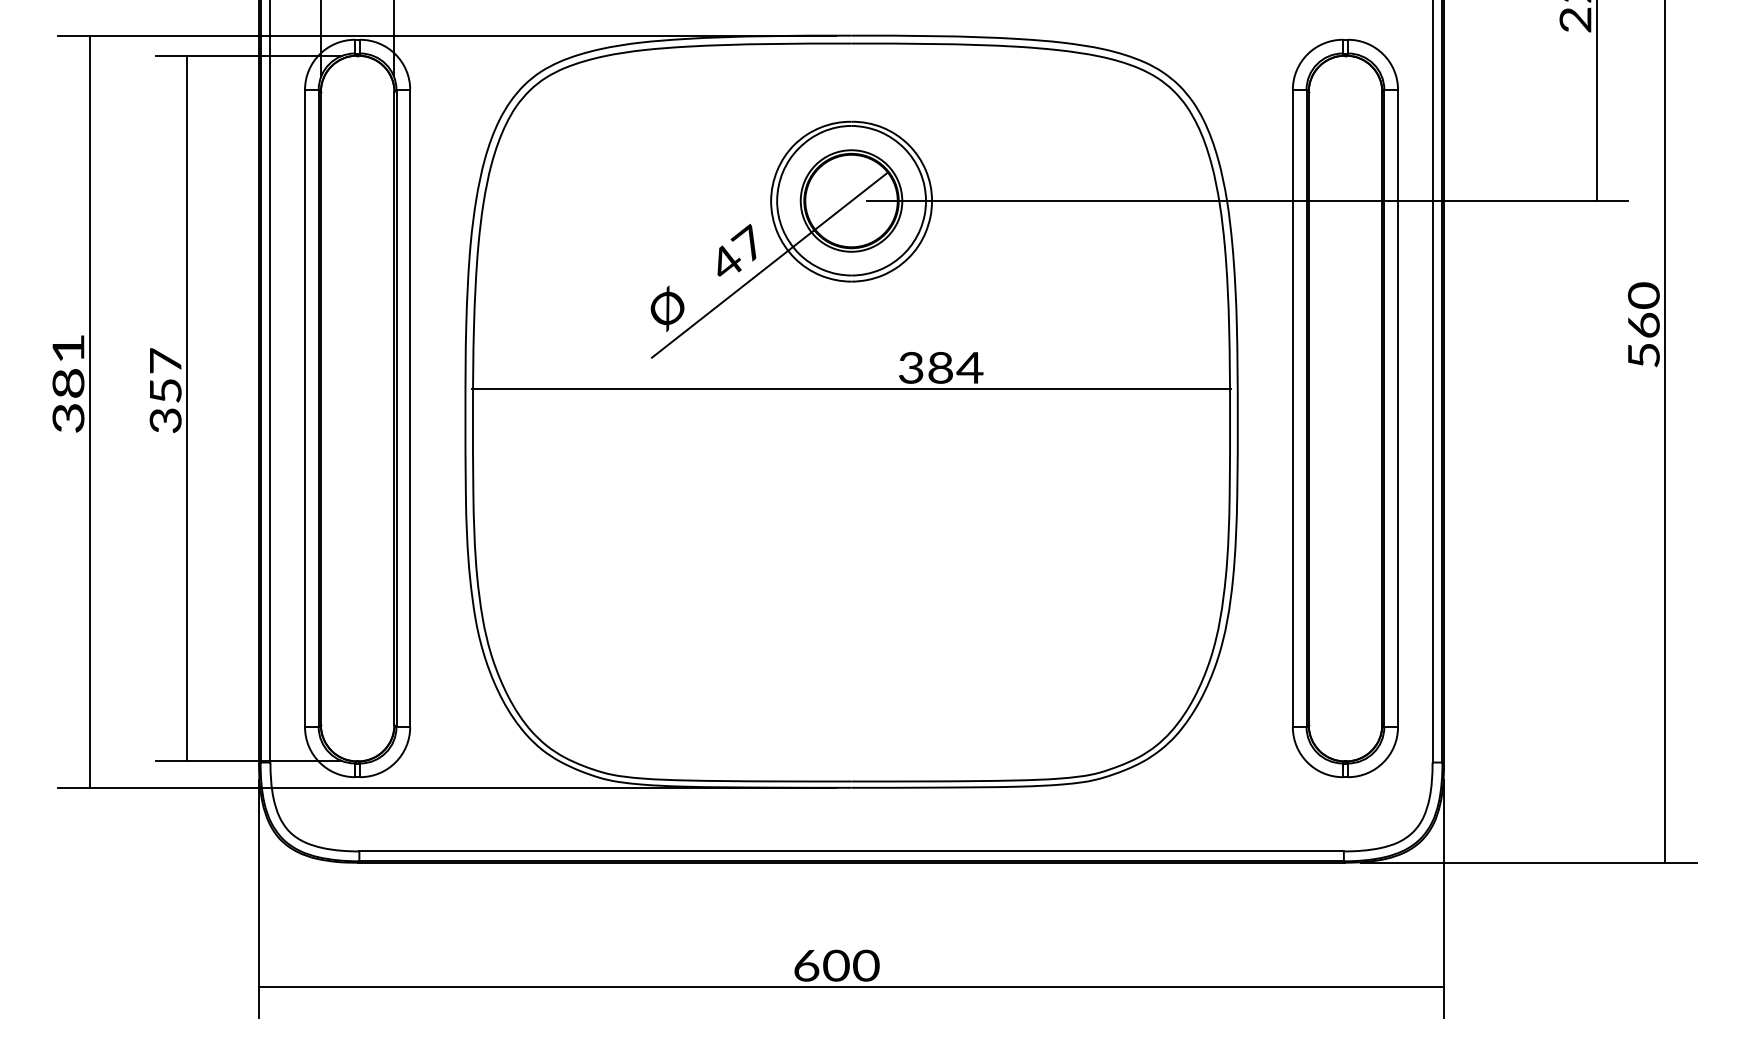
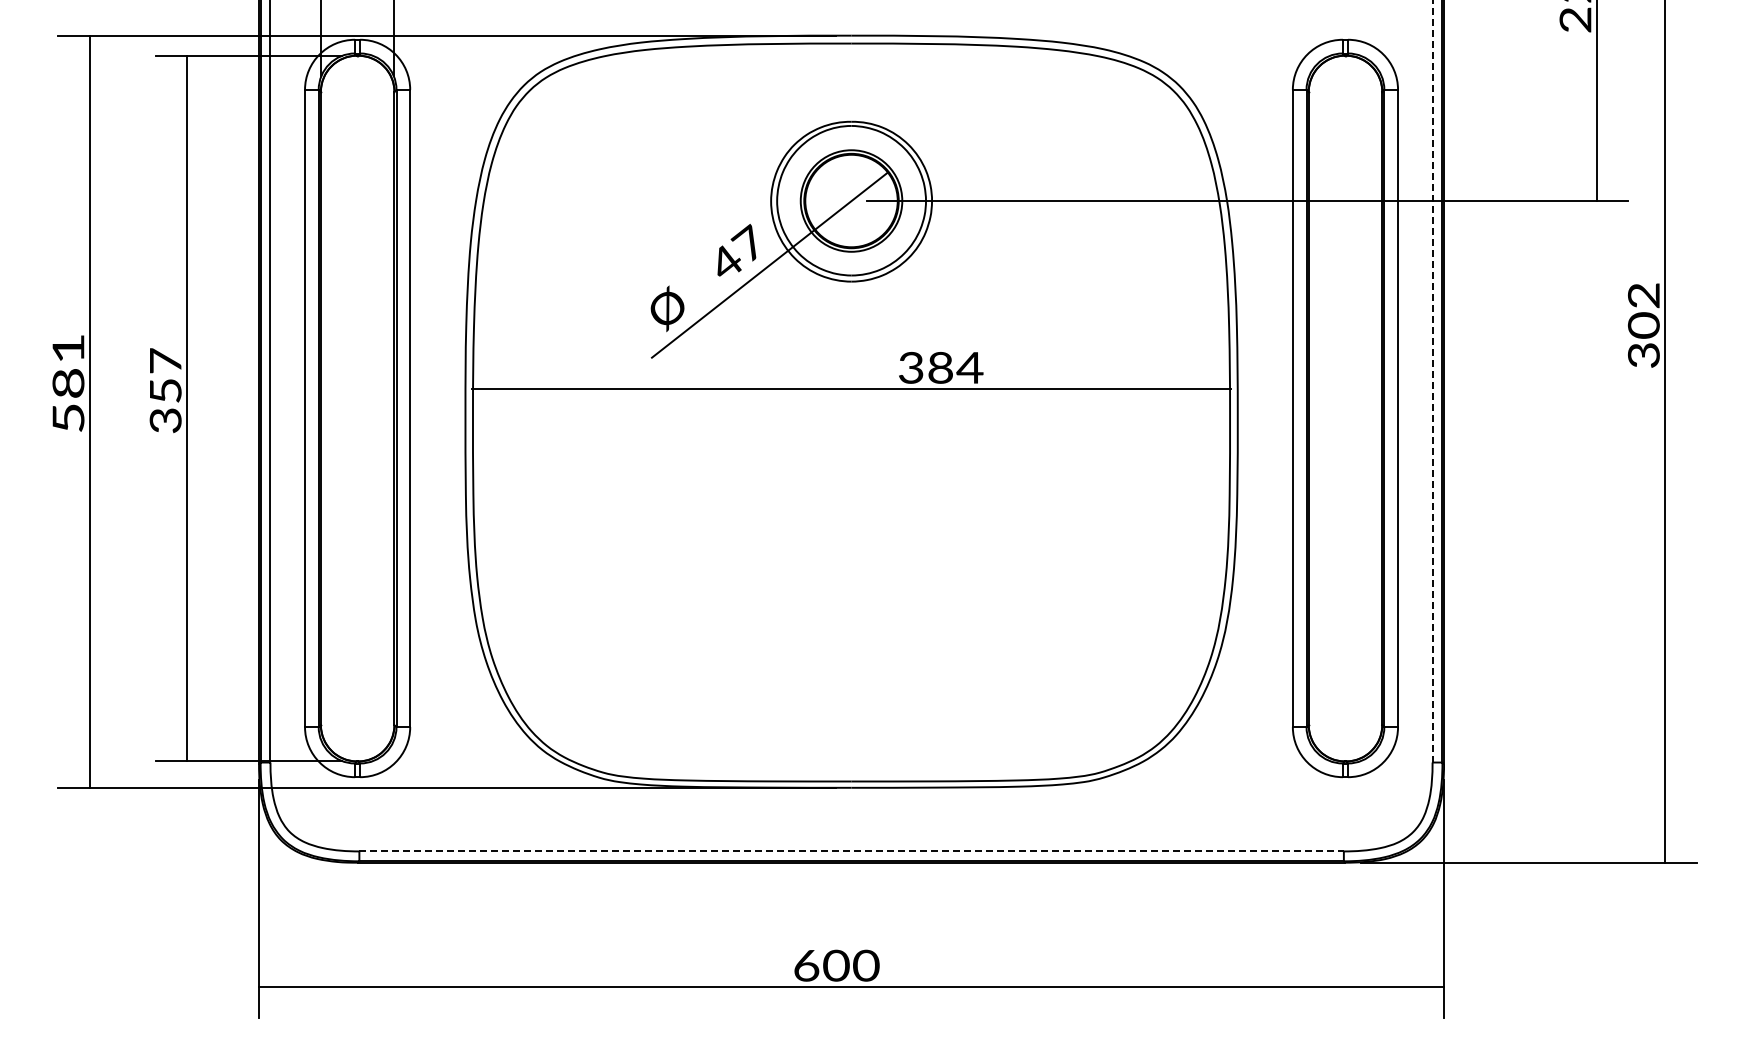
text at (1643, 324): 560 -> 302
line at (1432, 381): solid -> dashed
text at (68, 418): 381 -> 581
line at (852, 851): solid -> dashed
